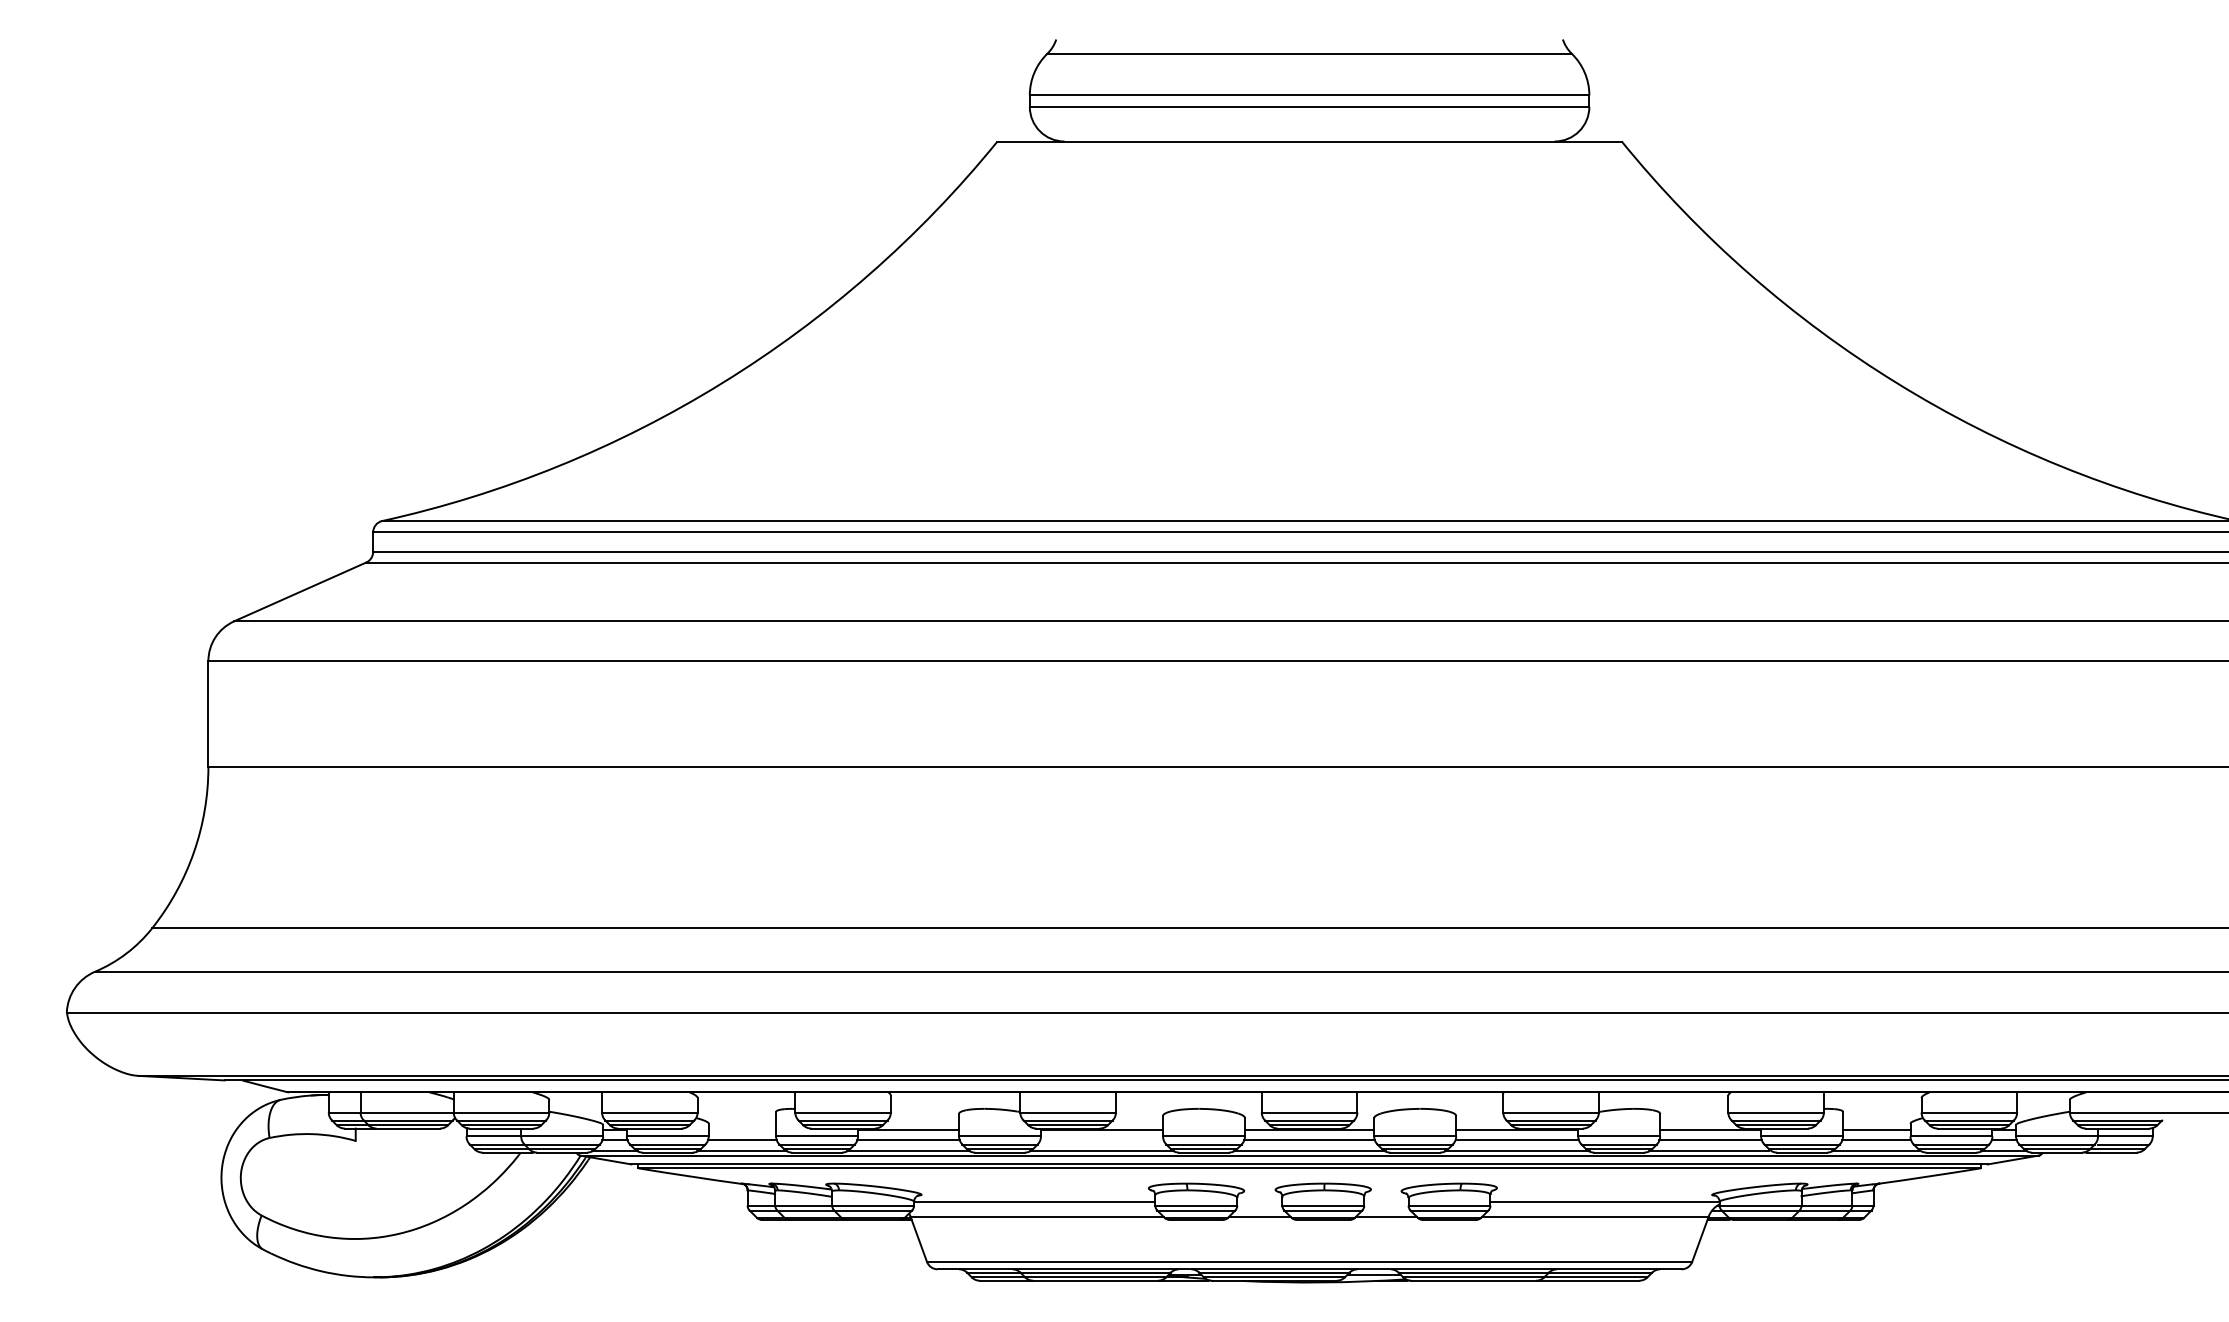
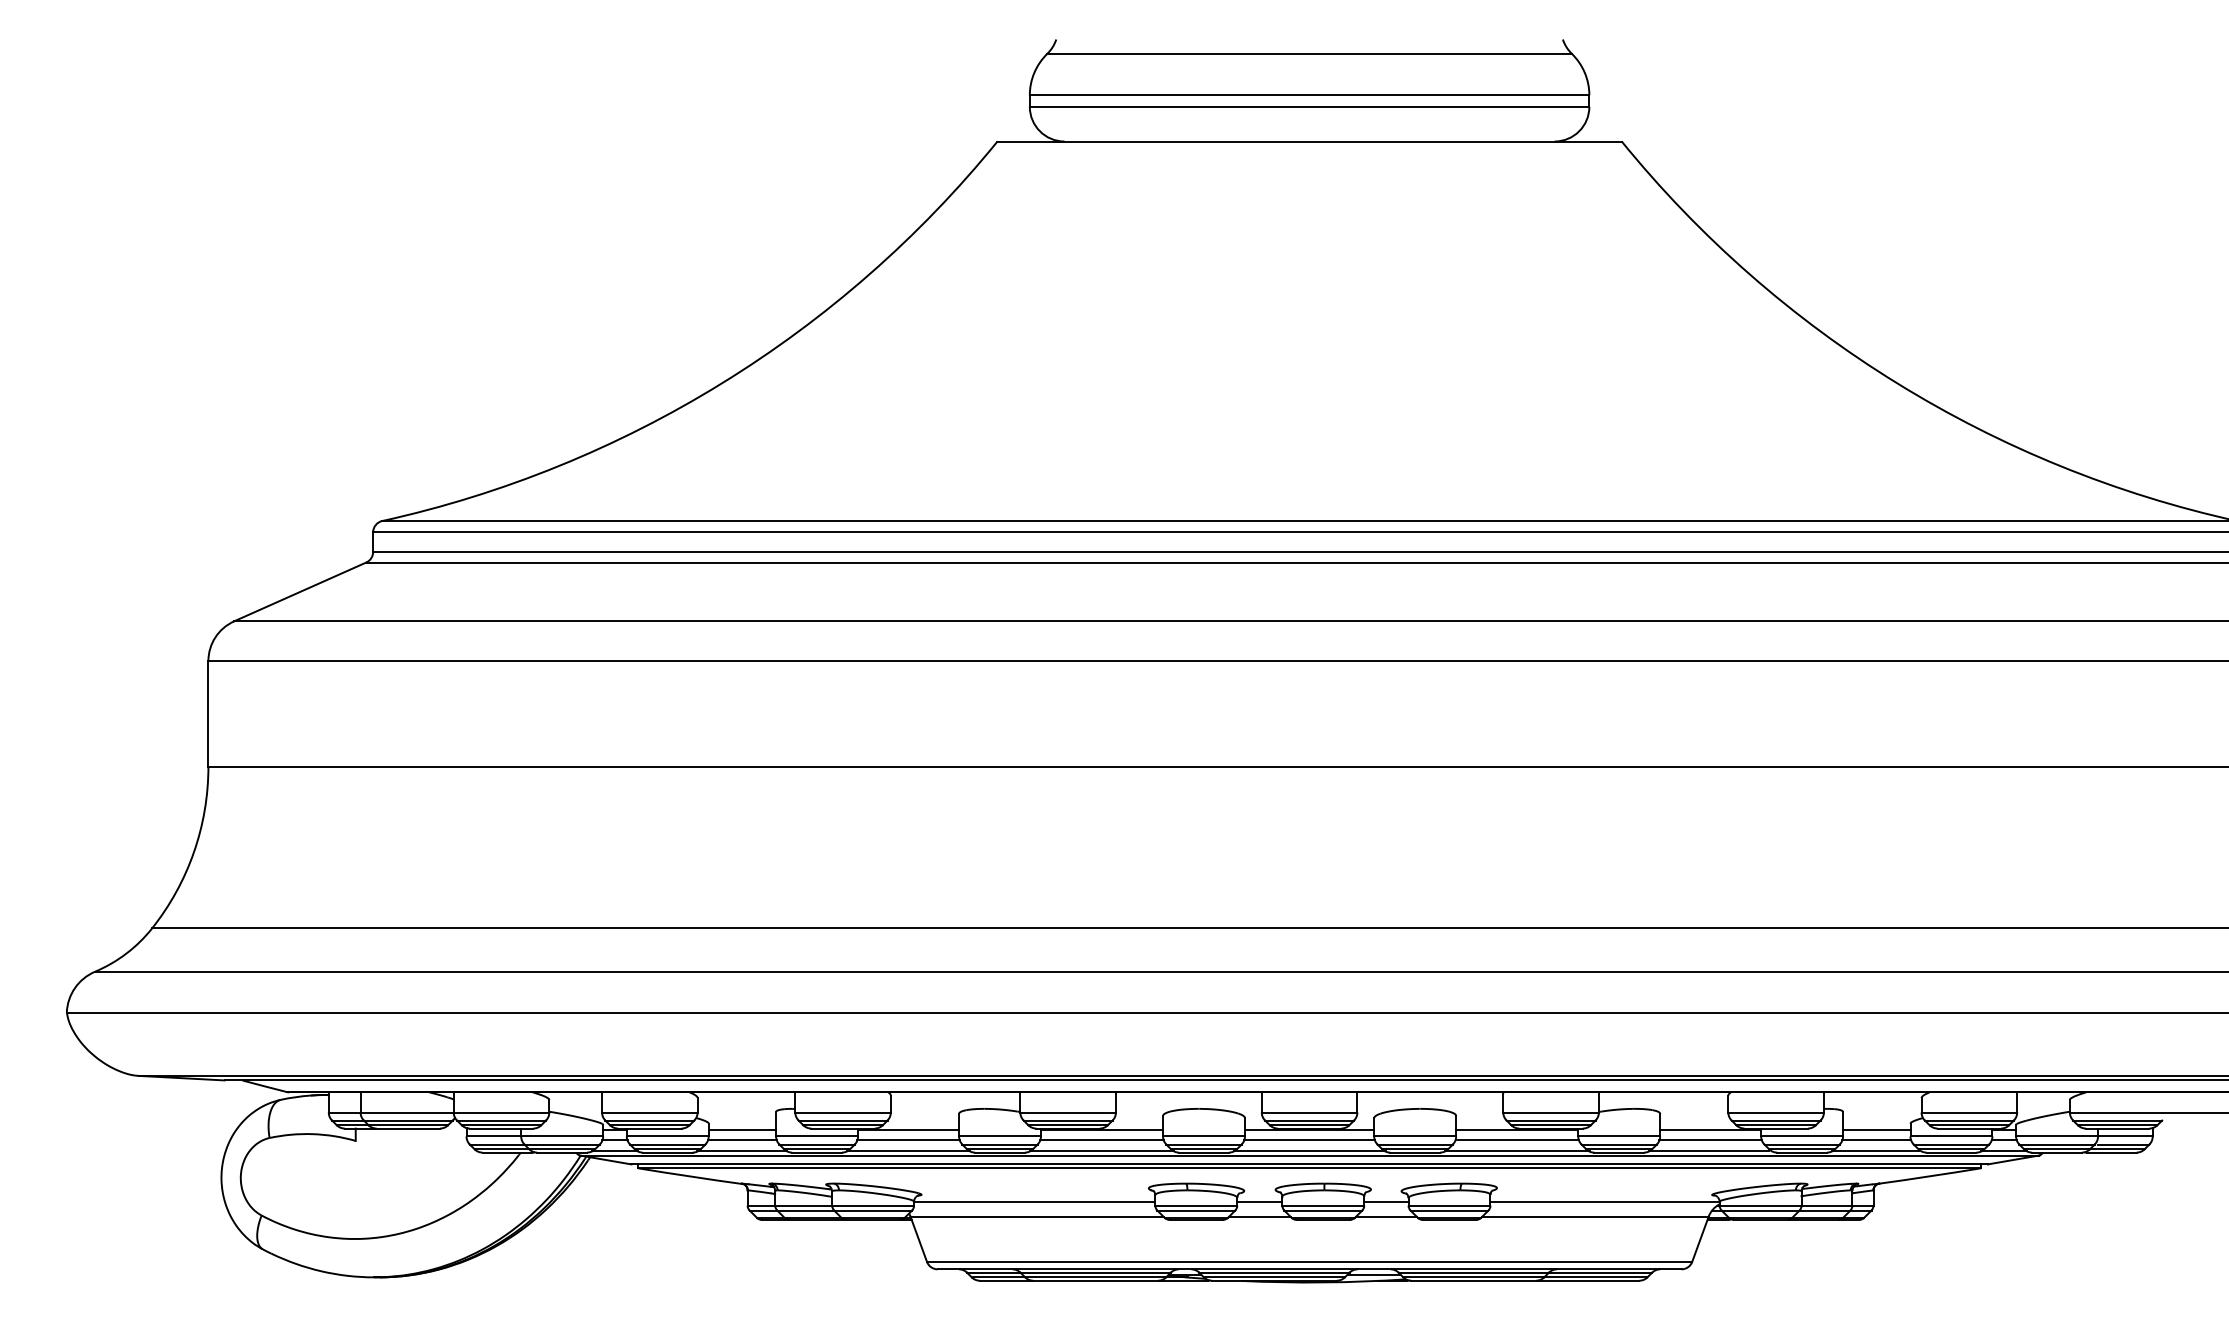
line at (742, 1129): none -> present
line at (1101, 1140): none -> present
line at (1259, 1201): none -> present
line at (1386, 1201): none -> present
